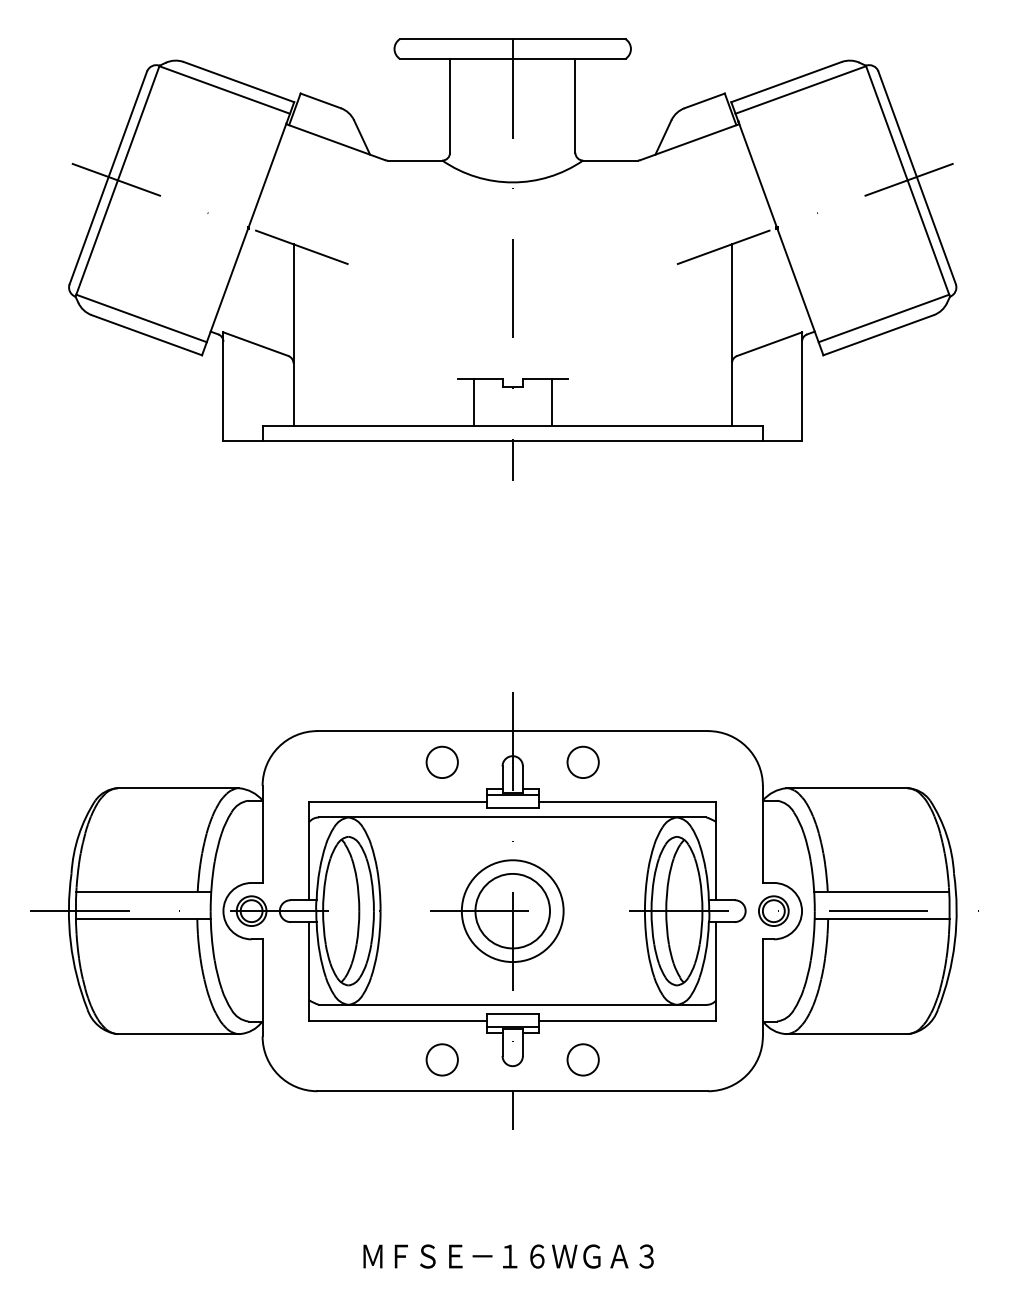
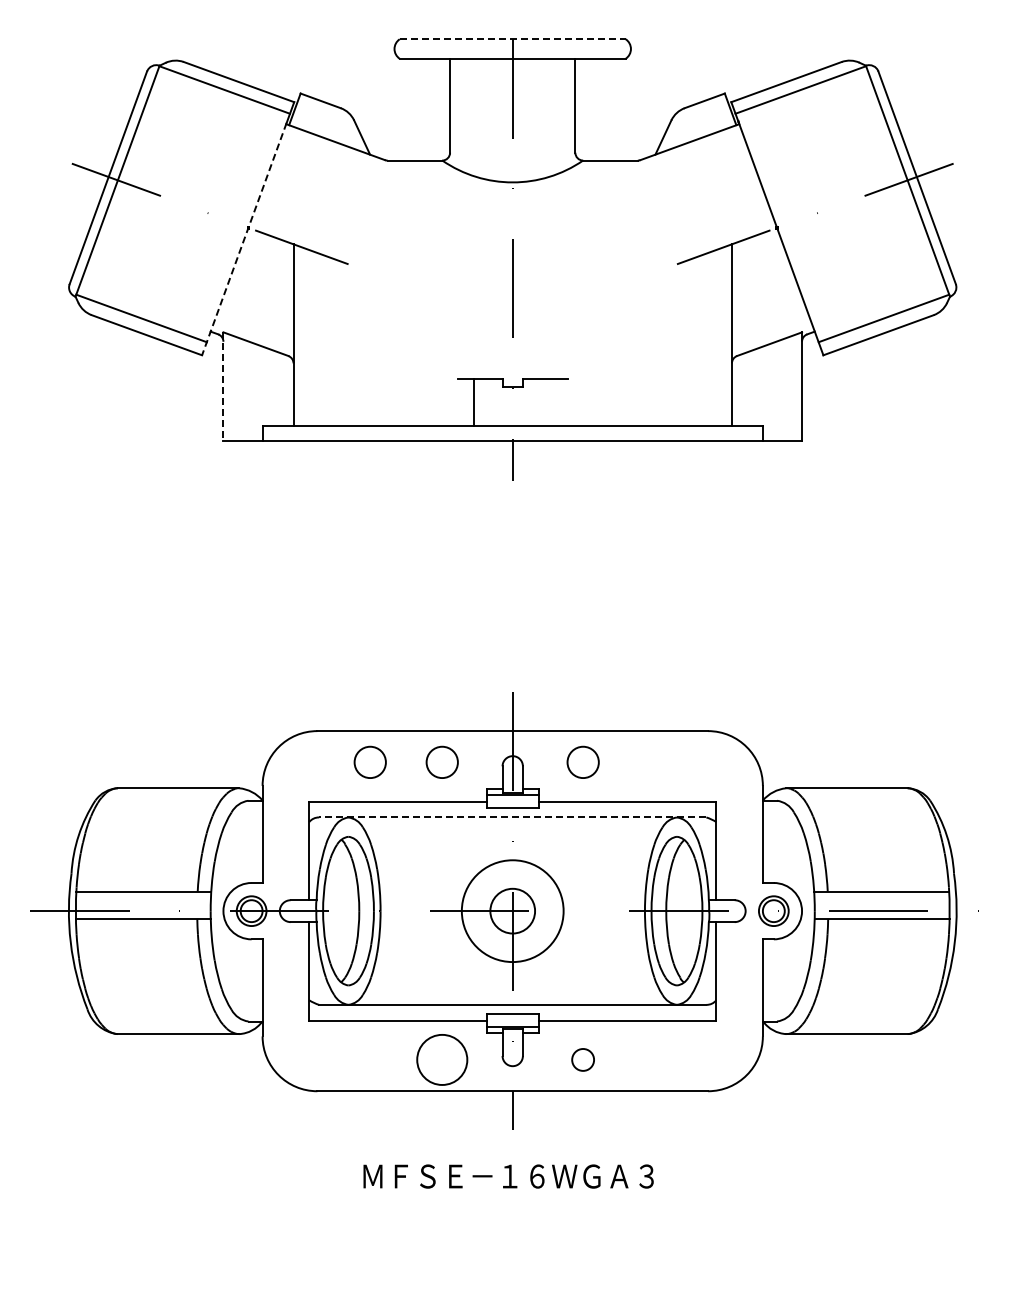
line at (512, 39): solid -> dashed
line at (244, 239): solid -> dashed
line at (223, 386): solid -> dashed
line at (551, 401): present -> none
circle at (369, 761): none -> present
line at (512, 817): solid -> dashed
circle at (512, 910) diameter: 75 px -> 45 px
circle at (441, 1059) diameter: 31 px -> 50 px
circle at (582, 1059) size: 34x34 px -> 24x24 px
text at (508, 1256) position: (508, 1256) -> (508, 1176)
